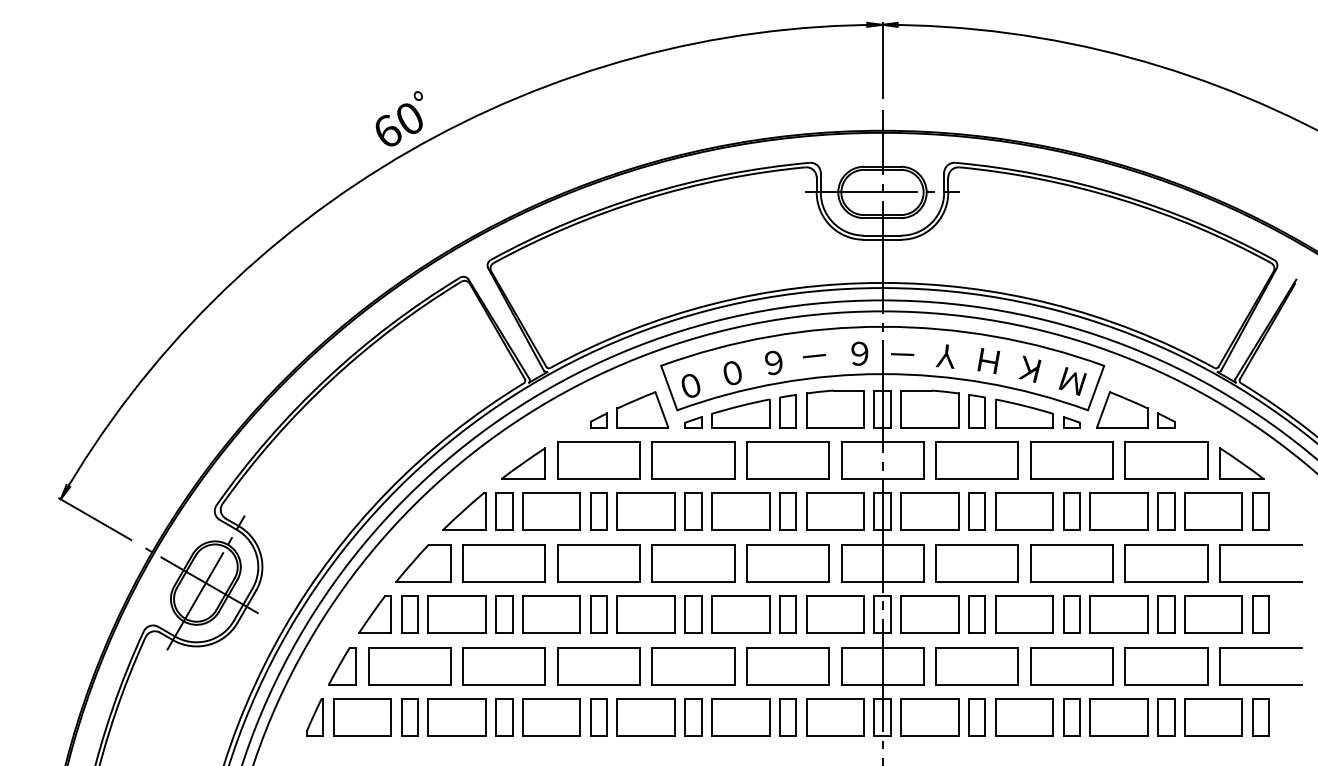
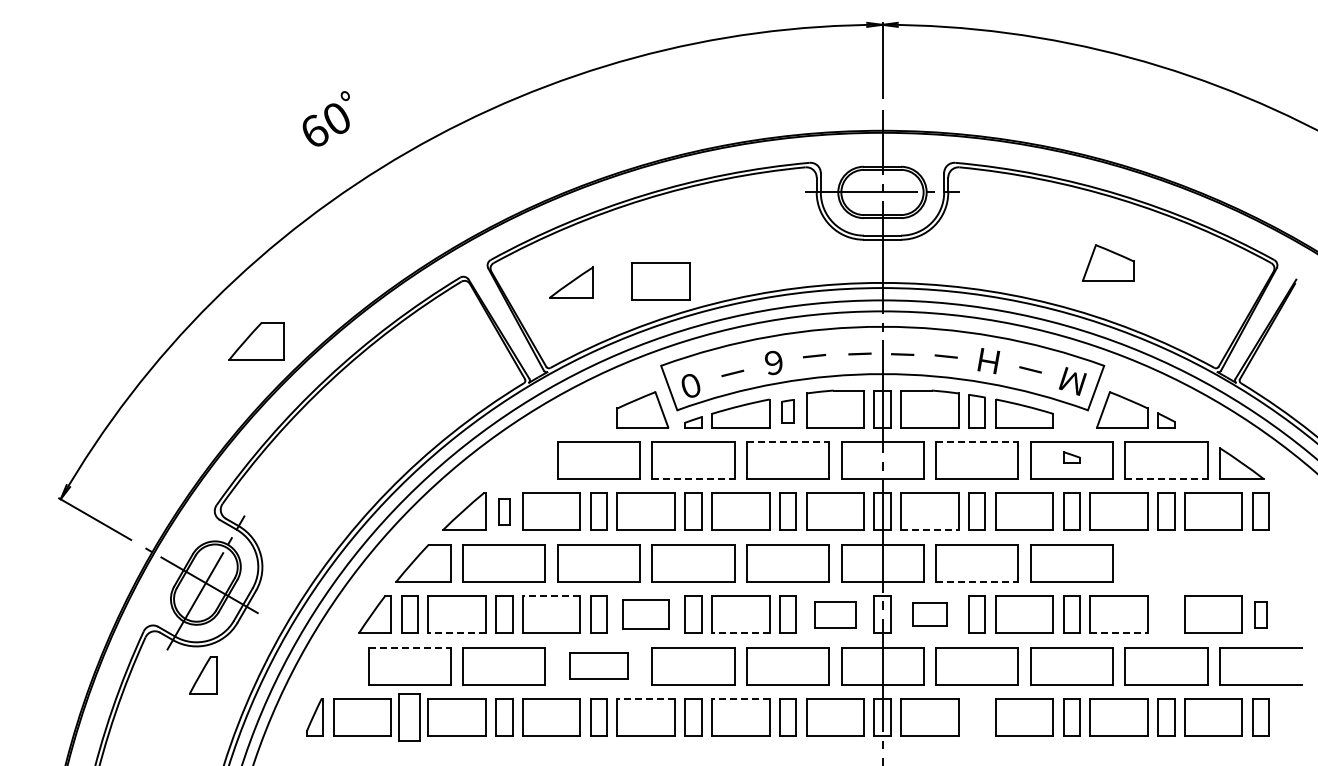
text at (398, 118) position: (398, 118) -> (325, 118)
part at (1108, 262): none -> present
part at (660, 281): none -> present
part at (256, 341): none -> present
text at (859, 353): ６ -> －
text at (945, 356): Ｙ -> －
text at (1029, 368): Ｋ -> －
text at (732, 373): ０ -> －
part at (787, 411) size: 18x35 px -> 14x25 px
part at (598, 420): present -> none
part at (1071, 422) position: (1071, 422) -> (1071, 457)
line at (788, 441): solid -> dashed
line at (977, 441): solid -> dashed
part at (523, 463) position: (523, 463) -> (571, 282)
line at (694, 478): solid -> dashed
line at (1166, 478): solid -> dashed
part at (504, 511) size: 19x39 px -> 13x28 px
line at (929, 530): solid -> dashed
part at (1260, 545): present -> none
part at (1166, 563): present -> none
line at (977, 581): solid -> dashed
line at (551, 596): solid -> dashed
part at (645, 614) size: 60x39 px -> 48x31 px
part at (835, 614) size: 59x39 px -> 43x28 px
part at (929, 614) size: 60x39 px -> 36x25 px
part at (1166, 614): present -> none
part at (1260, 614) size: 18x39 px -> 14x28 px
line at (457, 633): solid -> dashed
line at (740, 633): solid -> dashed
line at (1119, 633): solid -> dashed
line at (410, 647): solid -> dashed
part at (342, 666) position: (342, 666) -> (203, 675)
part at (598, 666) size: 84x39 px -> 60x28 px
line at (646, 698): solid -> dashed
line at (740, 698): solid -> dashed
part at (409, 717) size: 18x39 px -> 23x49 px
part at (976, 717): present -> none
